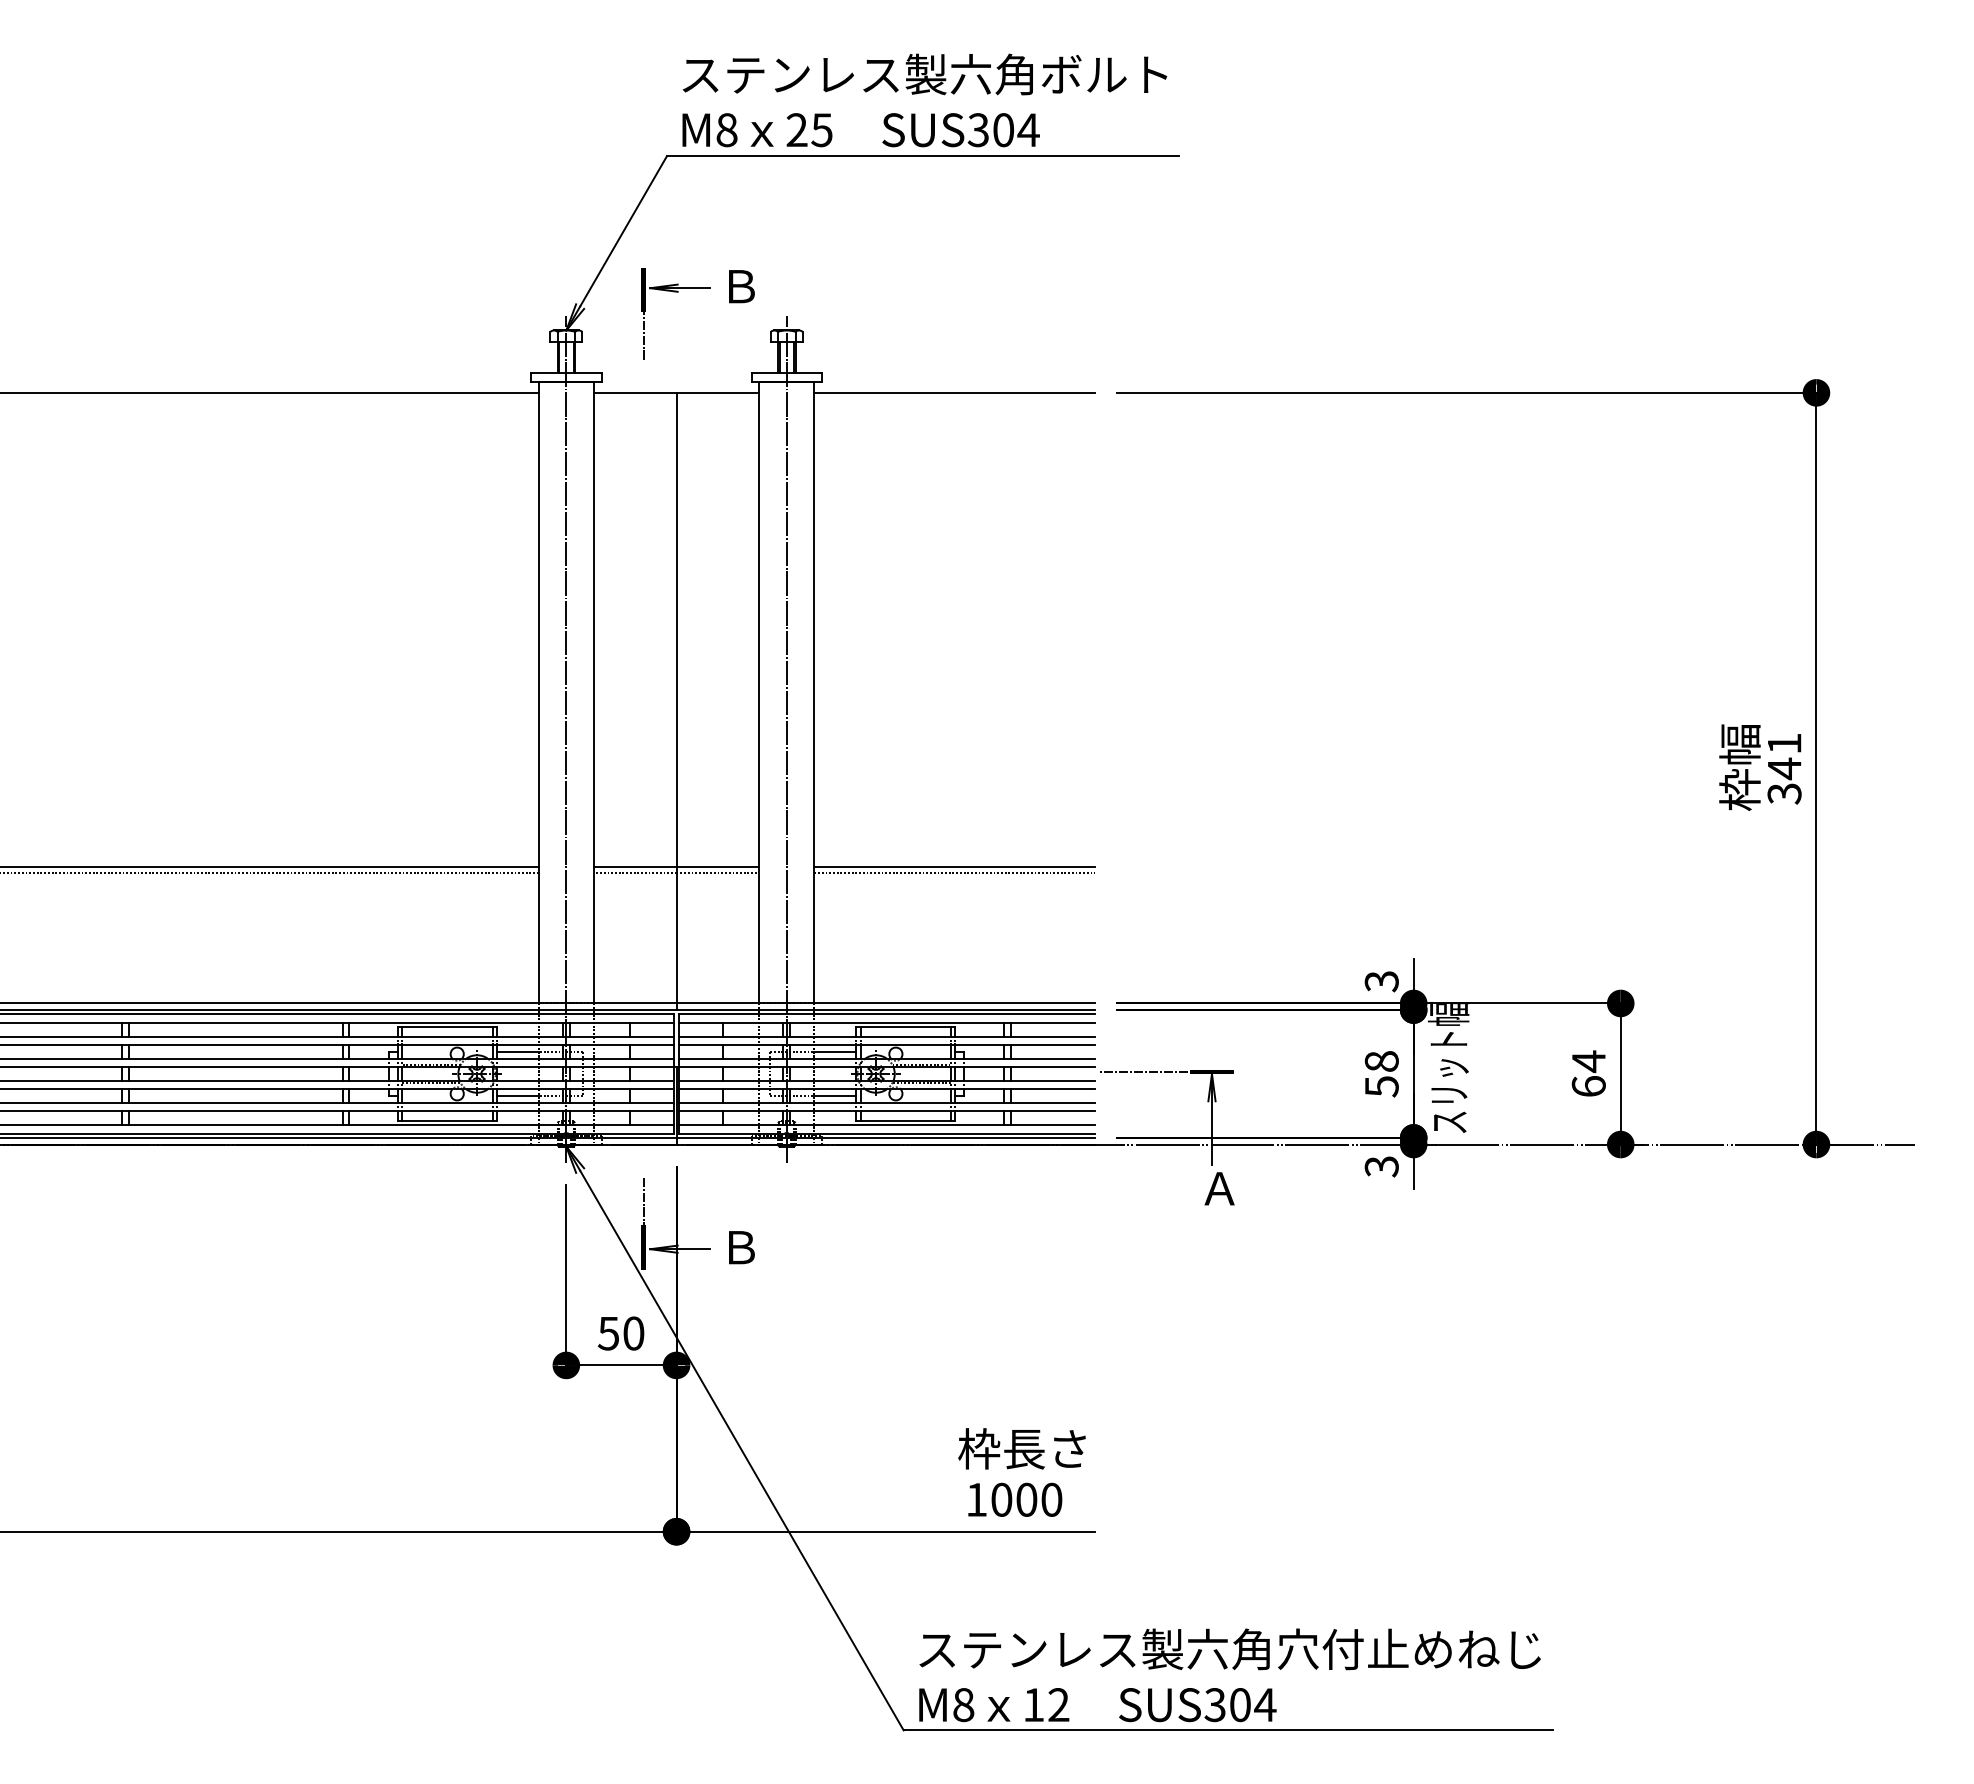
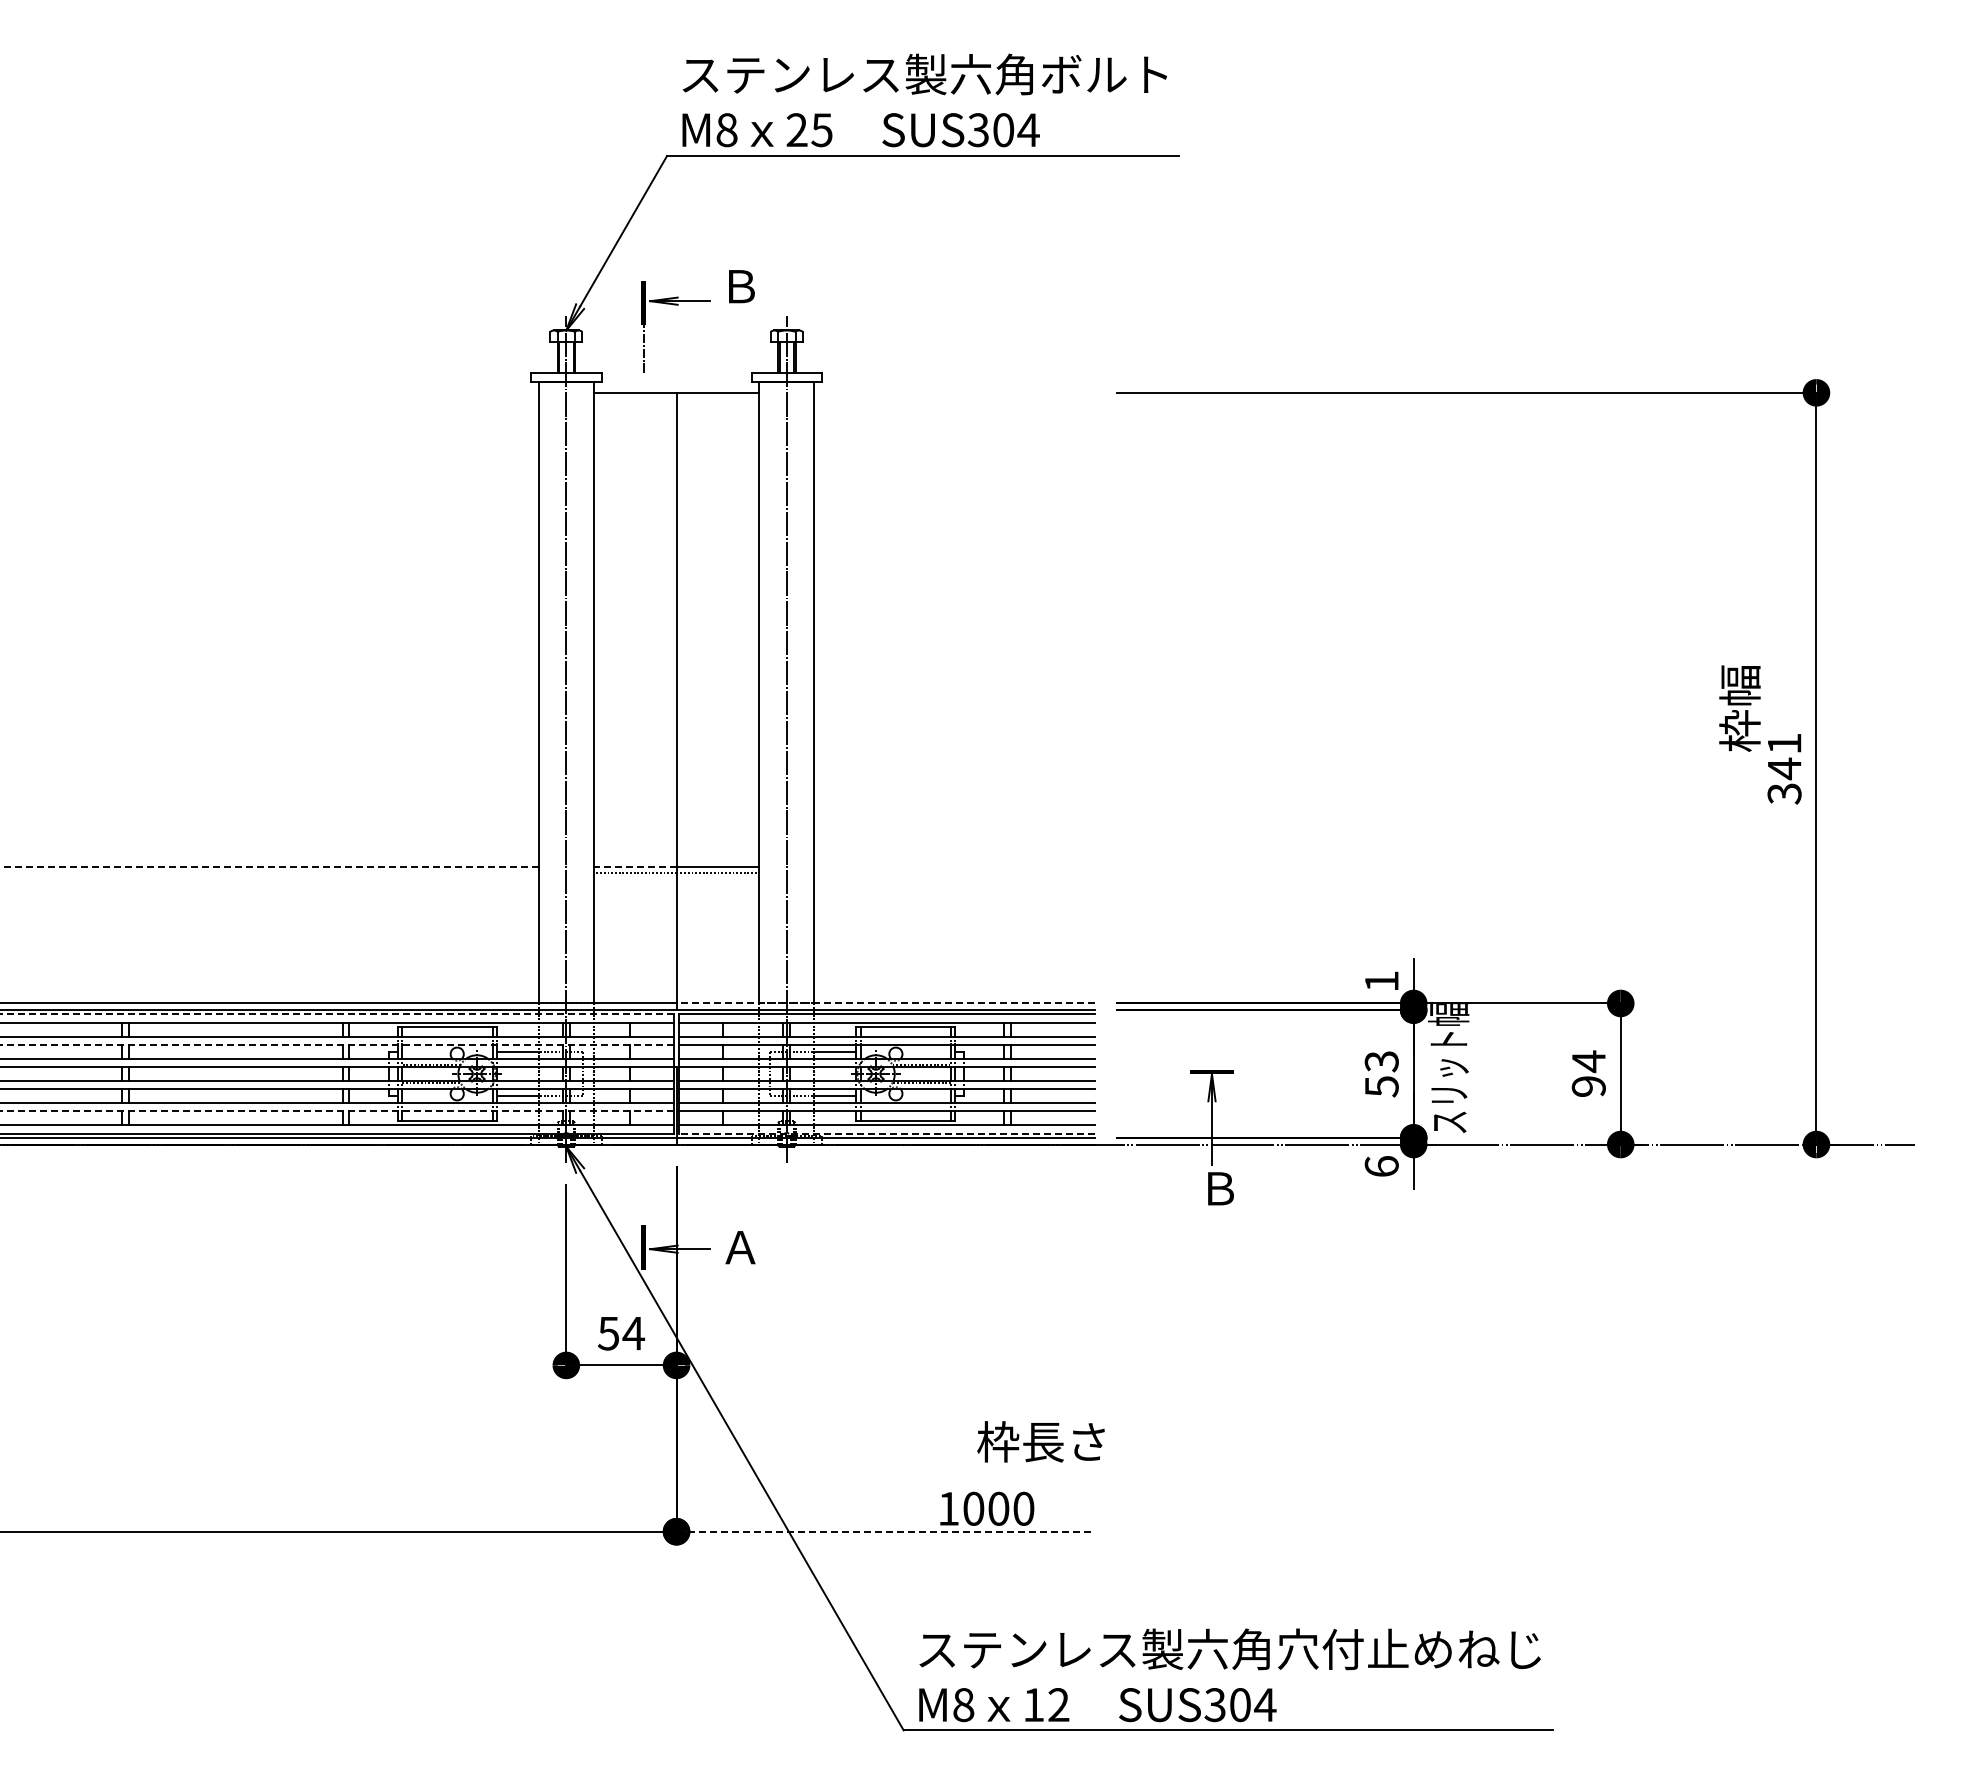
part at (675, 292) position: (675, 292) -> (675, 305)
line at (270, 392): present -> none
line at (954, 392): present -> none
text at (1739, 767) position: (1739, 767) -> (1739, 708)
line at (269, 866): solid -> dashed
line at (634, 866): solid -> dashed
line at (954, 866): present -> none
line at (270, 873): present -> none
line at (954, 873): present -> none
text at (1381, 981): 3 -> 1
line at (885, 1003): solid -> dashed
line at (337, 1014): solid -> dashed
line at (337, 1045): solid -> dashed
text at (1381, 1061): 58 -> 53
line at (1143, 1071): present -> none
text at (1588, 1086): 64 -> 94
line at (337, 1111): solid -> dashed
line at (886, 1133): solid -> dashed
text at (1381, 1166): 3 -> 6
text at (1219, 1188): Ａ -> Ｂ
line at (643, 1201): present -> none
text at (740, 1247): Ｂ -> Ａ
text at (633, 1333): 50 -> 54
text at (1021, 1448) position: (1021, 1448) -> (1040, 1441)
text at (1015, 1499) position: (1015, 1499) -> (987, 1508)
line at (886, 1531): solid -> dashed
